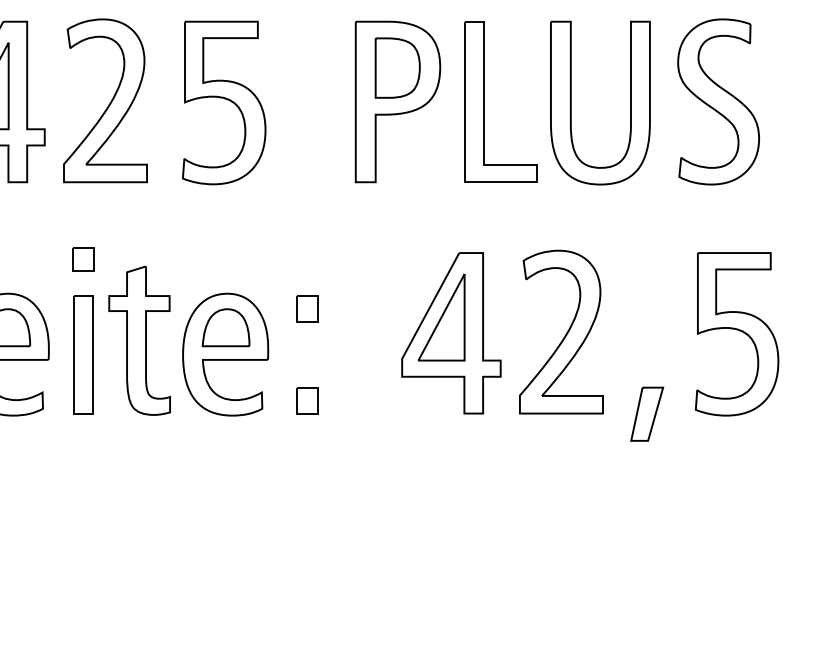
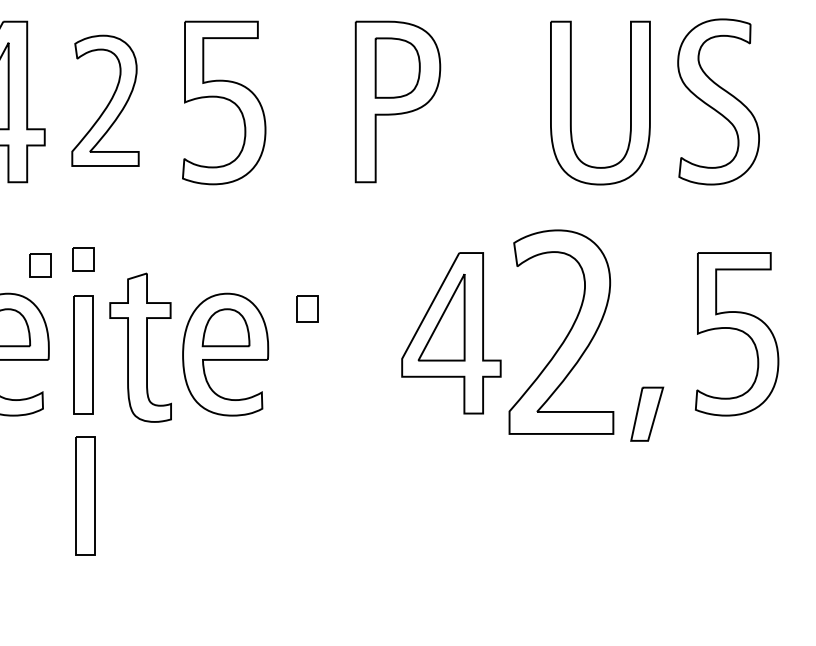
part at (105, 100) size: 85x166 px -> 69x133 px
part at (484, 101): present -> none
part at (40, 265): none -> present
part at (561, 331) size: 85x166 px -> 107x206 px
part at (139, 340) position: (139, 340) -> (140, 347)
part at (307, 400): present -> none
part at (85, 495): none -> present
